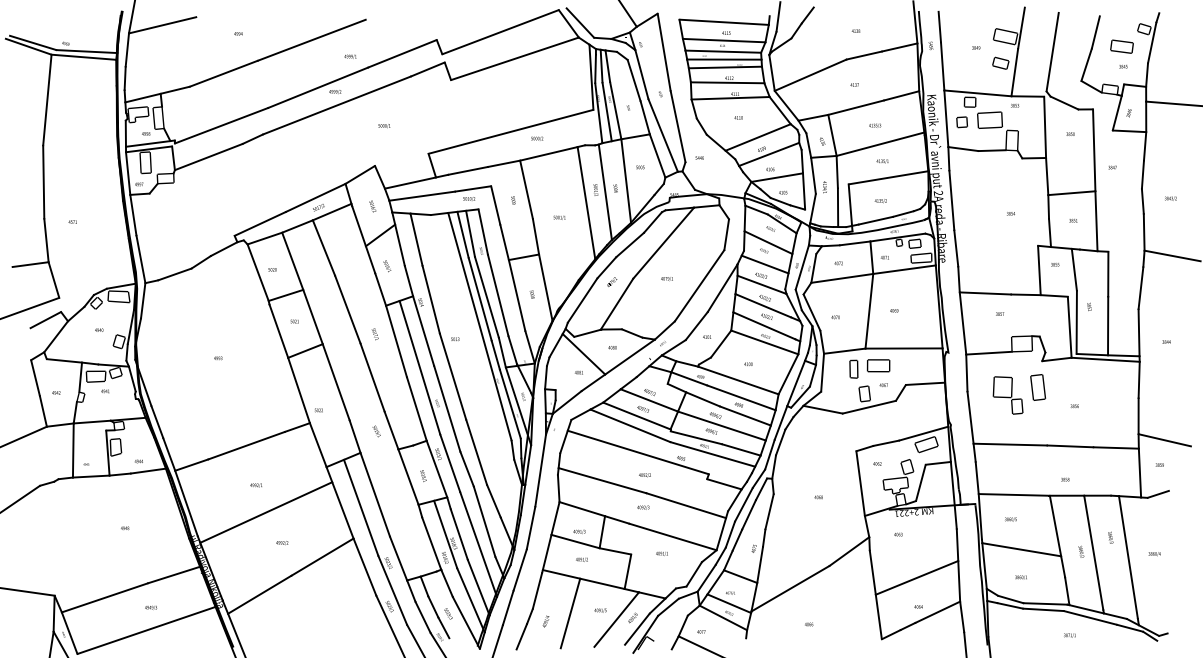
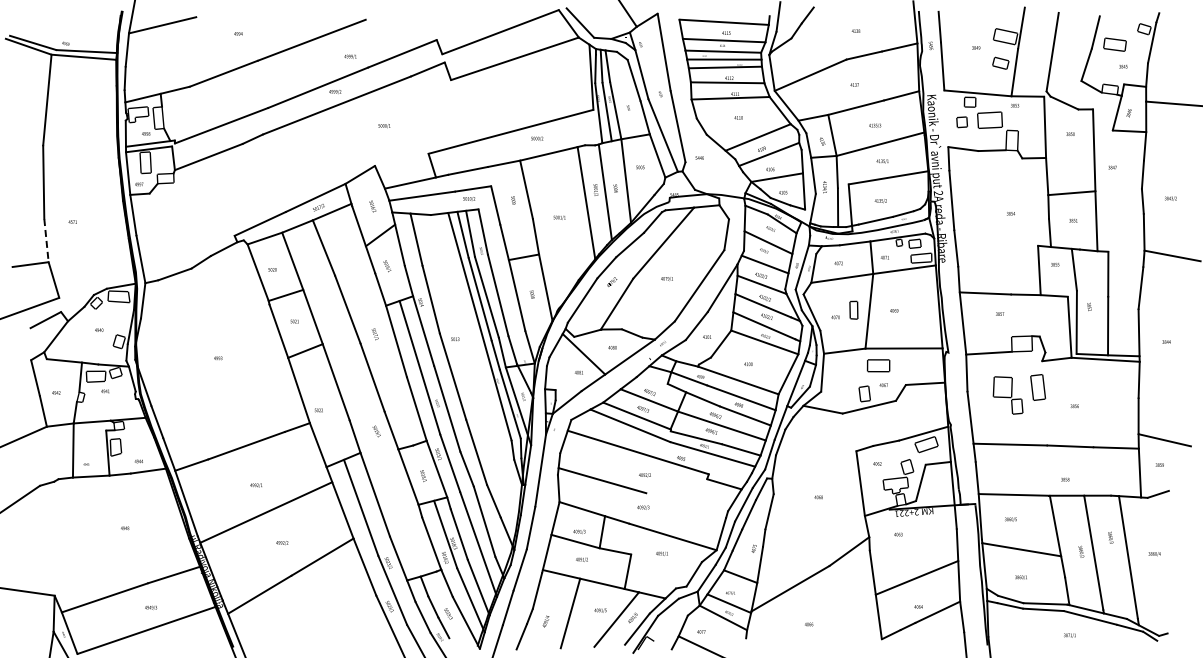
part at (1121, 46) position: (1121, 46) -> (1114, 44)
line at (946, 118): present -> none
line at (46, 240): solid -> dashed
part at (853, 368) position: (853, 368) -> (853, 309)
line at (685, 505): present -> none
